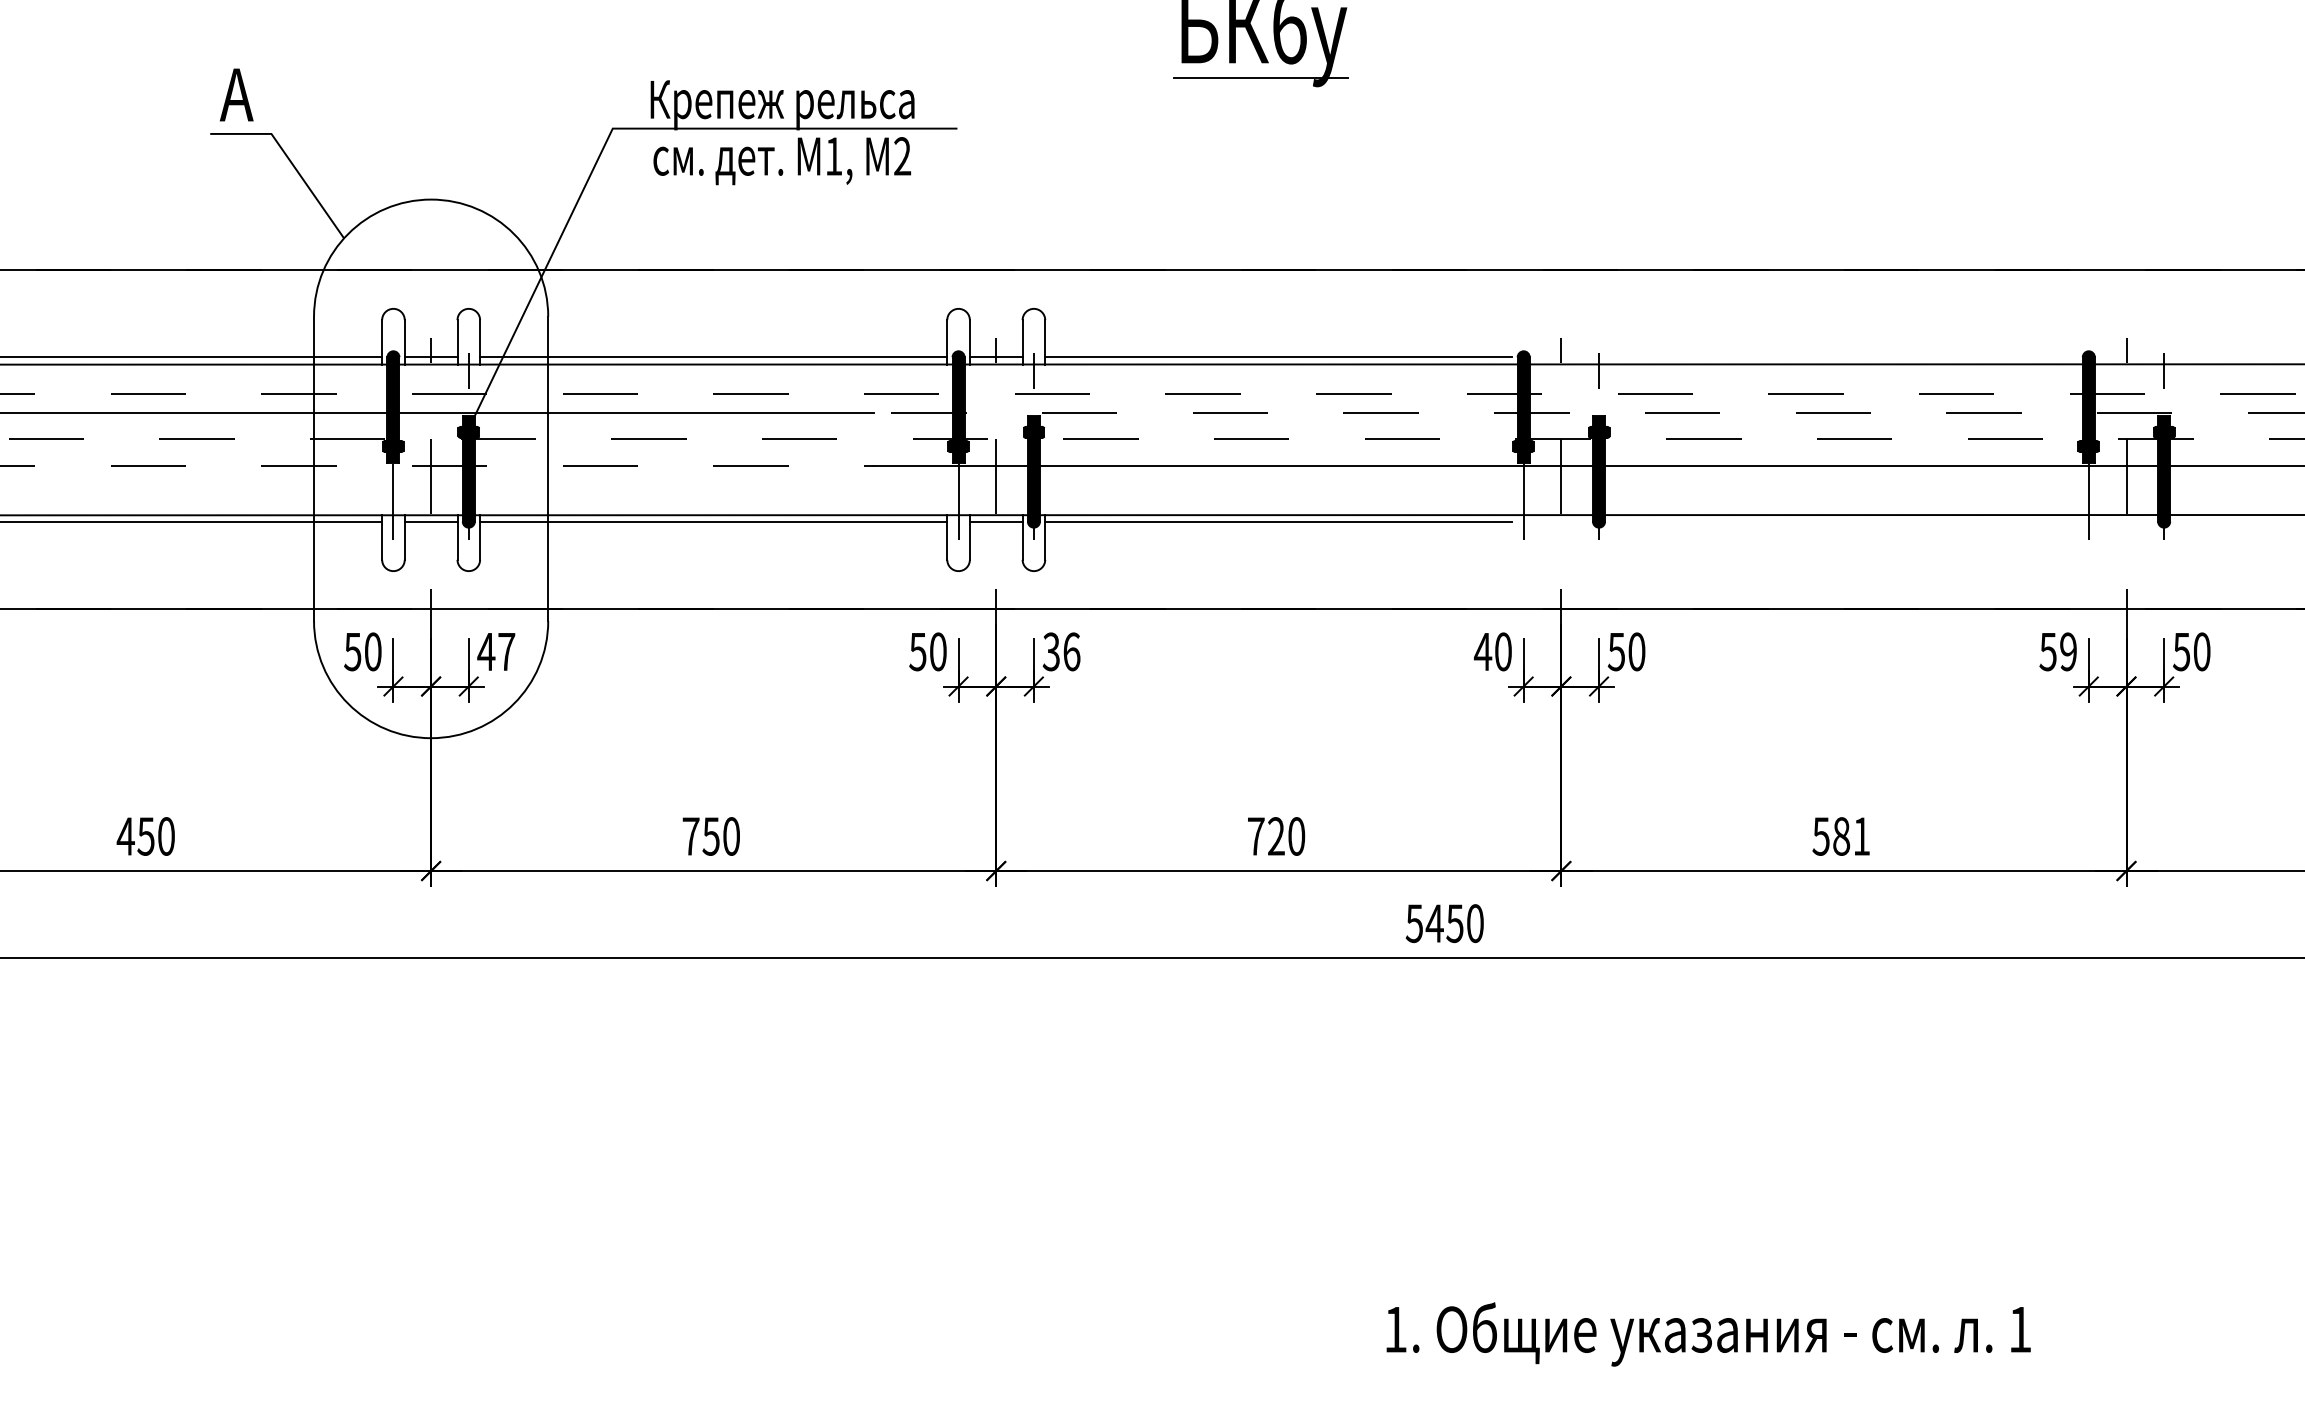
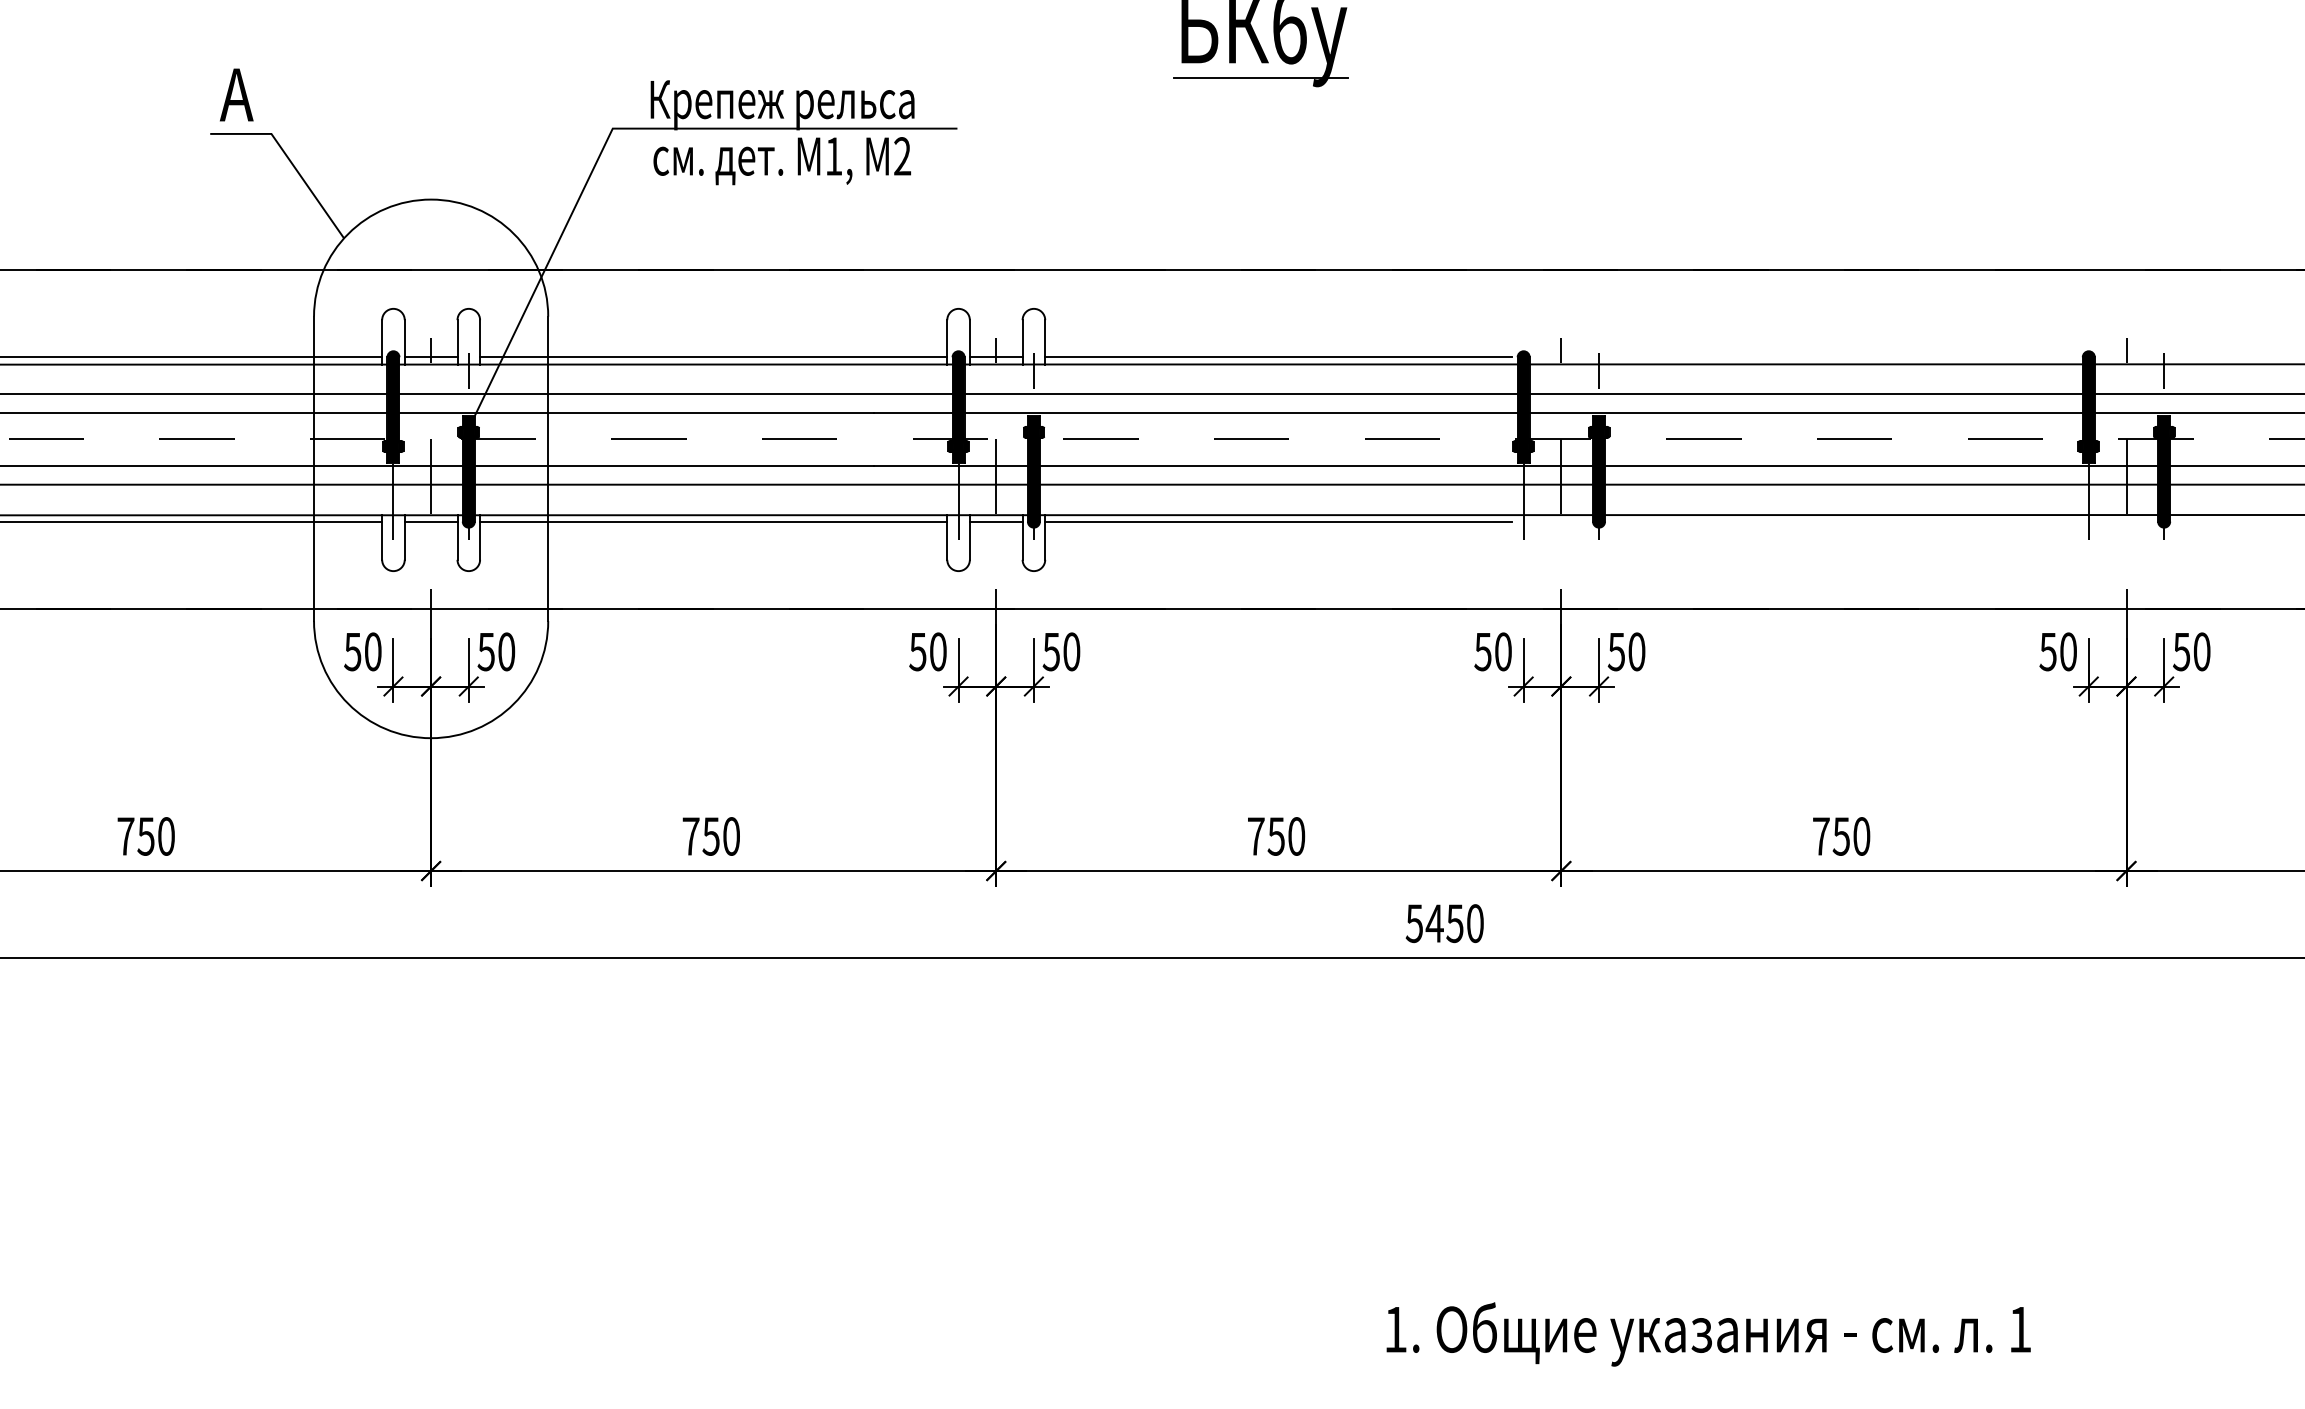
line at (1153, 394): dashed -> solid
line at (1588, 413): dashed -> solid
line at (437, 465): dashed -> solid
line at (1151, 484): none -> present
text at (496, 651): 47 -> 50
text at (1061, 651): 36 -> 50
text at (2068, 651): 59 -> 50
text at (1482, 652): 40 -> 50
text at (125, 836): 450 -> 750
text at (1275, 836): 720 -> 750
text at (1841, 836): 581 -> 750
